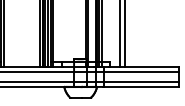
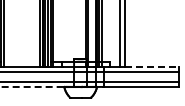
line at (151, 67): solid -> dashed
line at (32, 86): solid -> dashed
